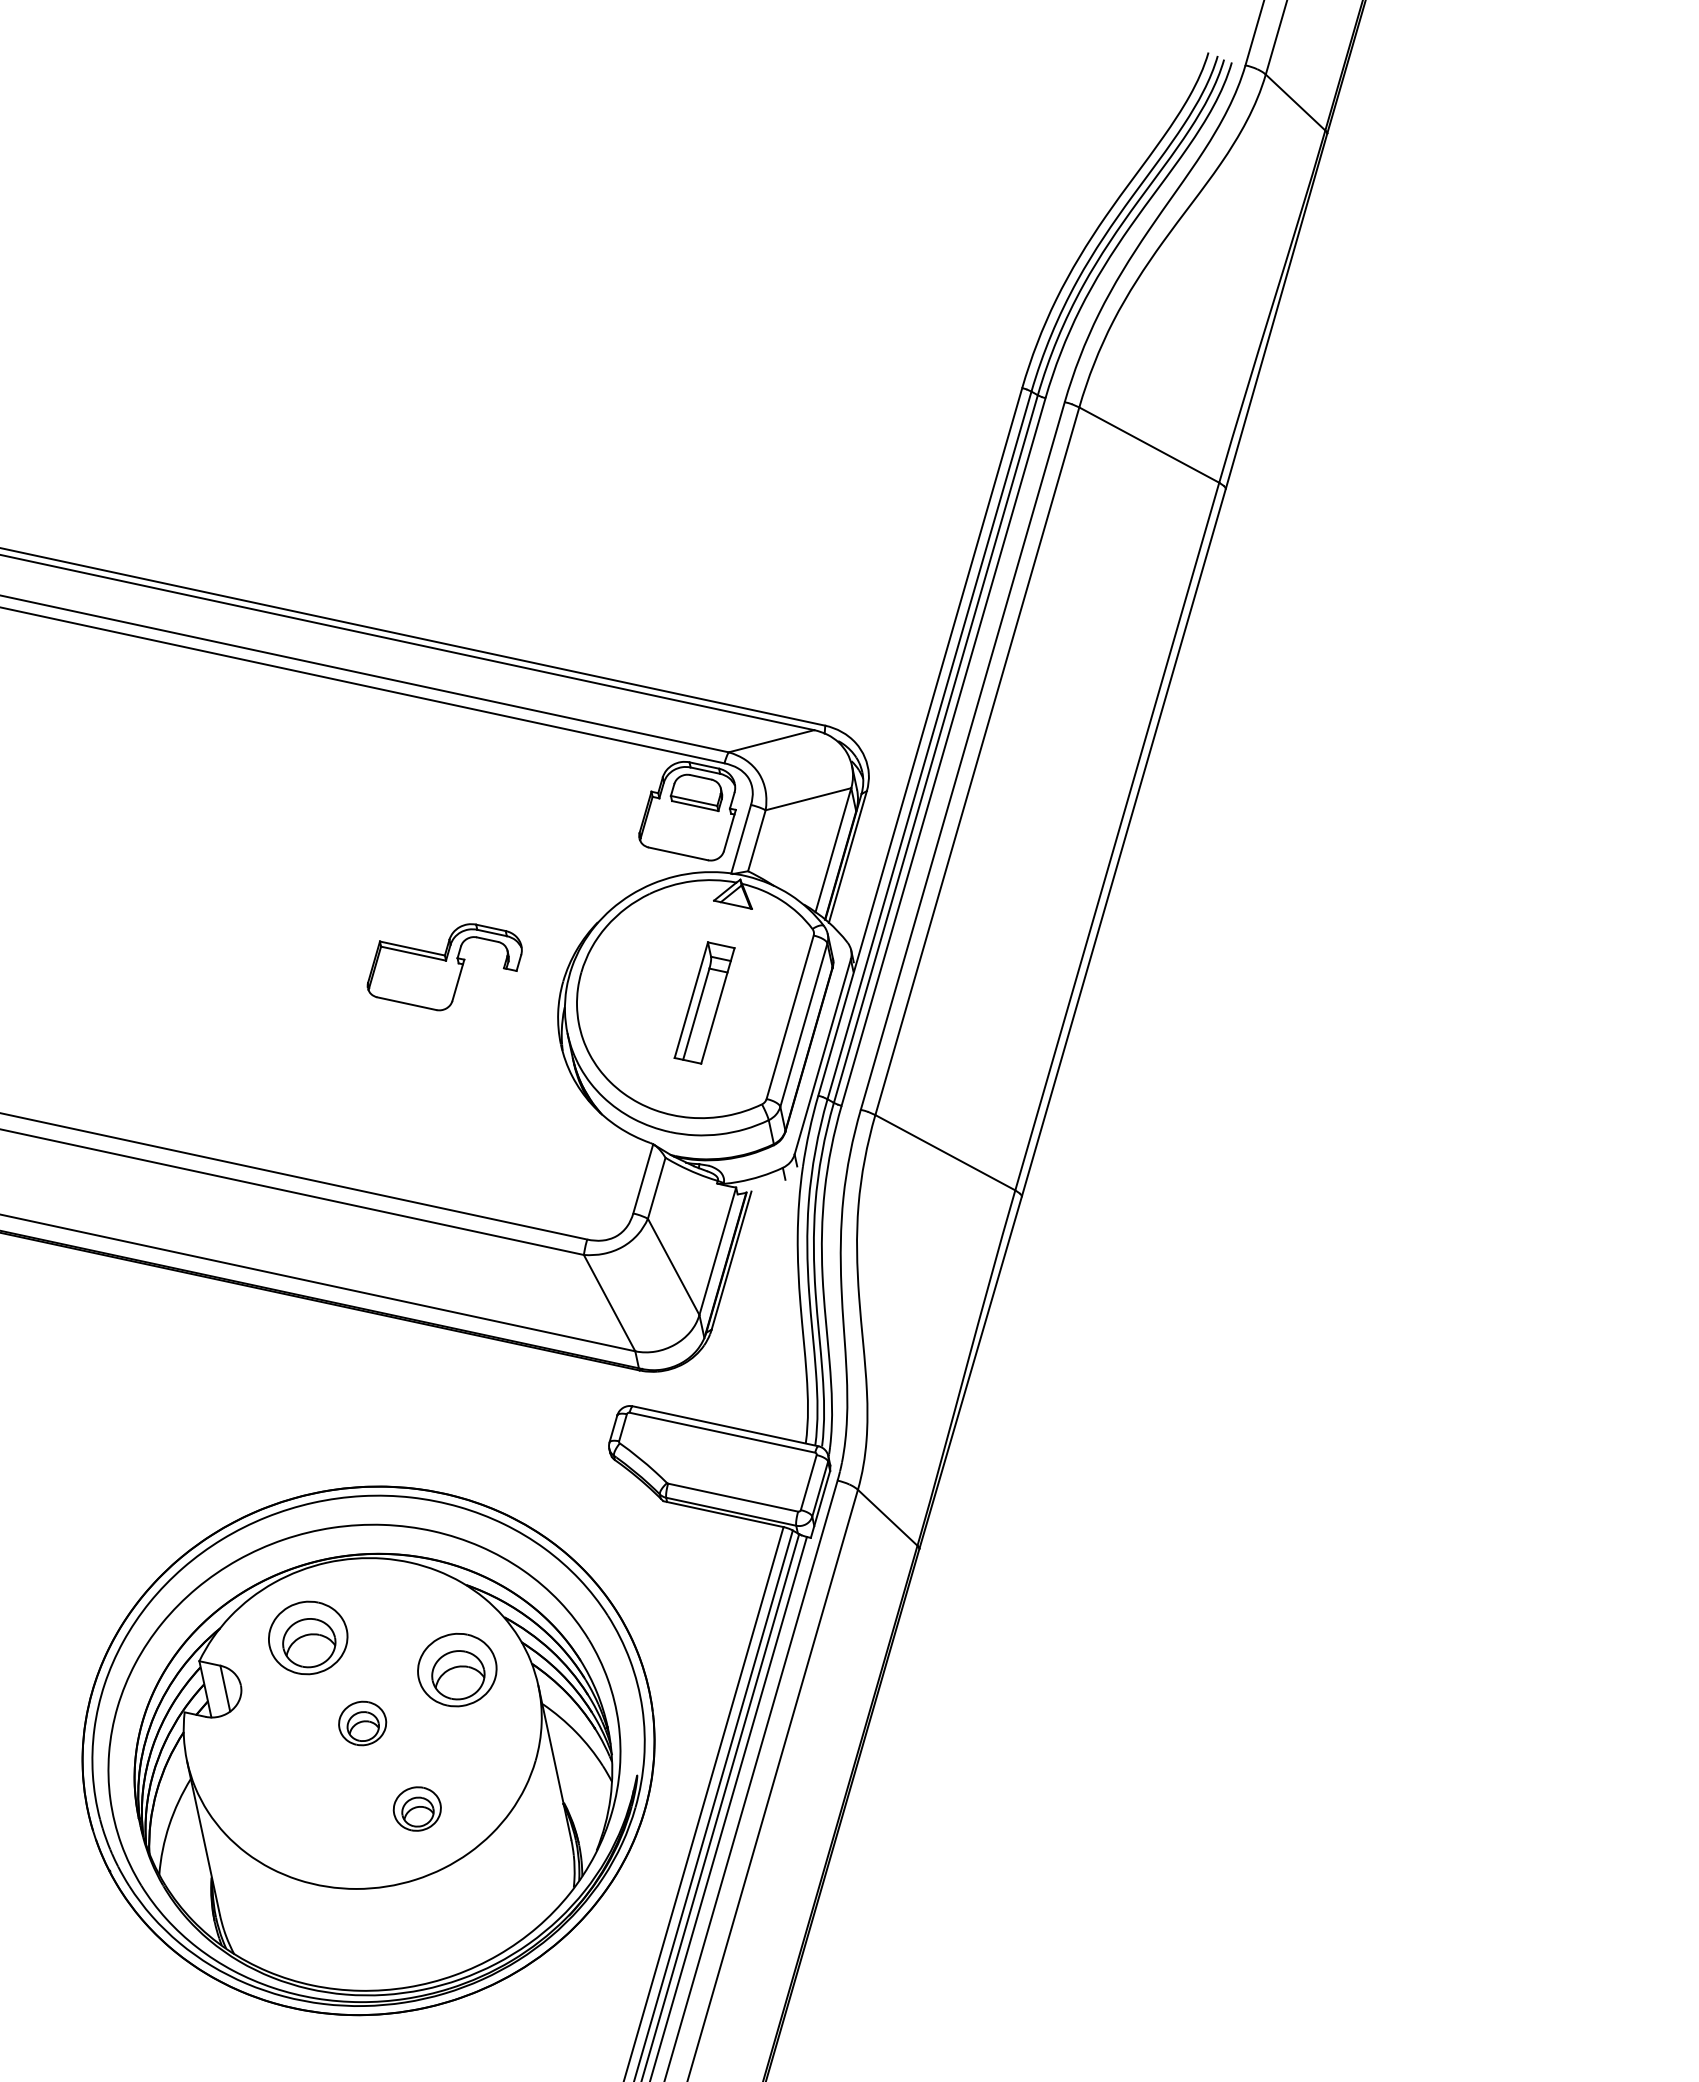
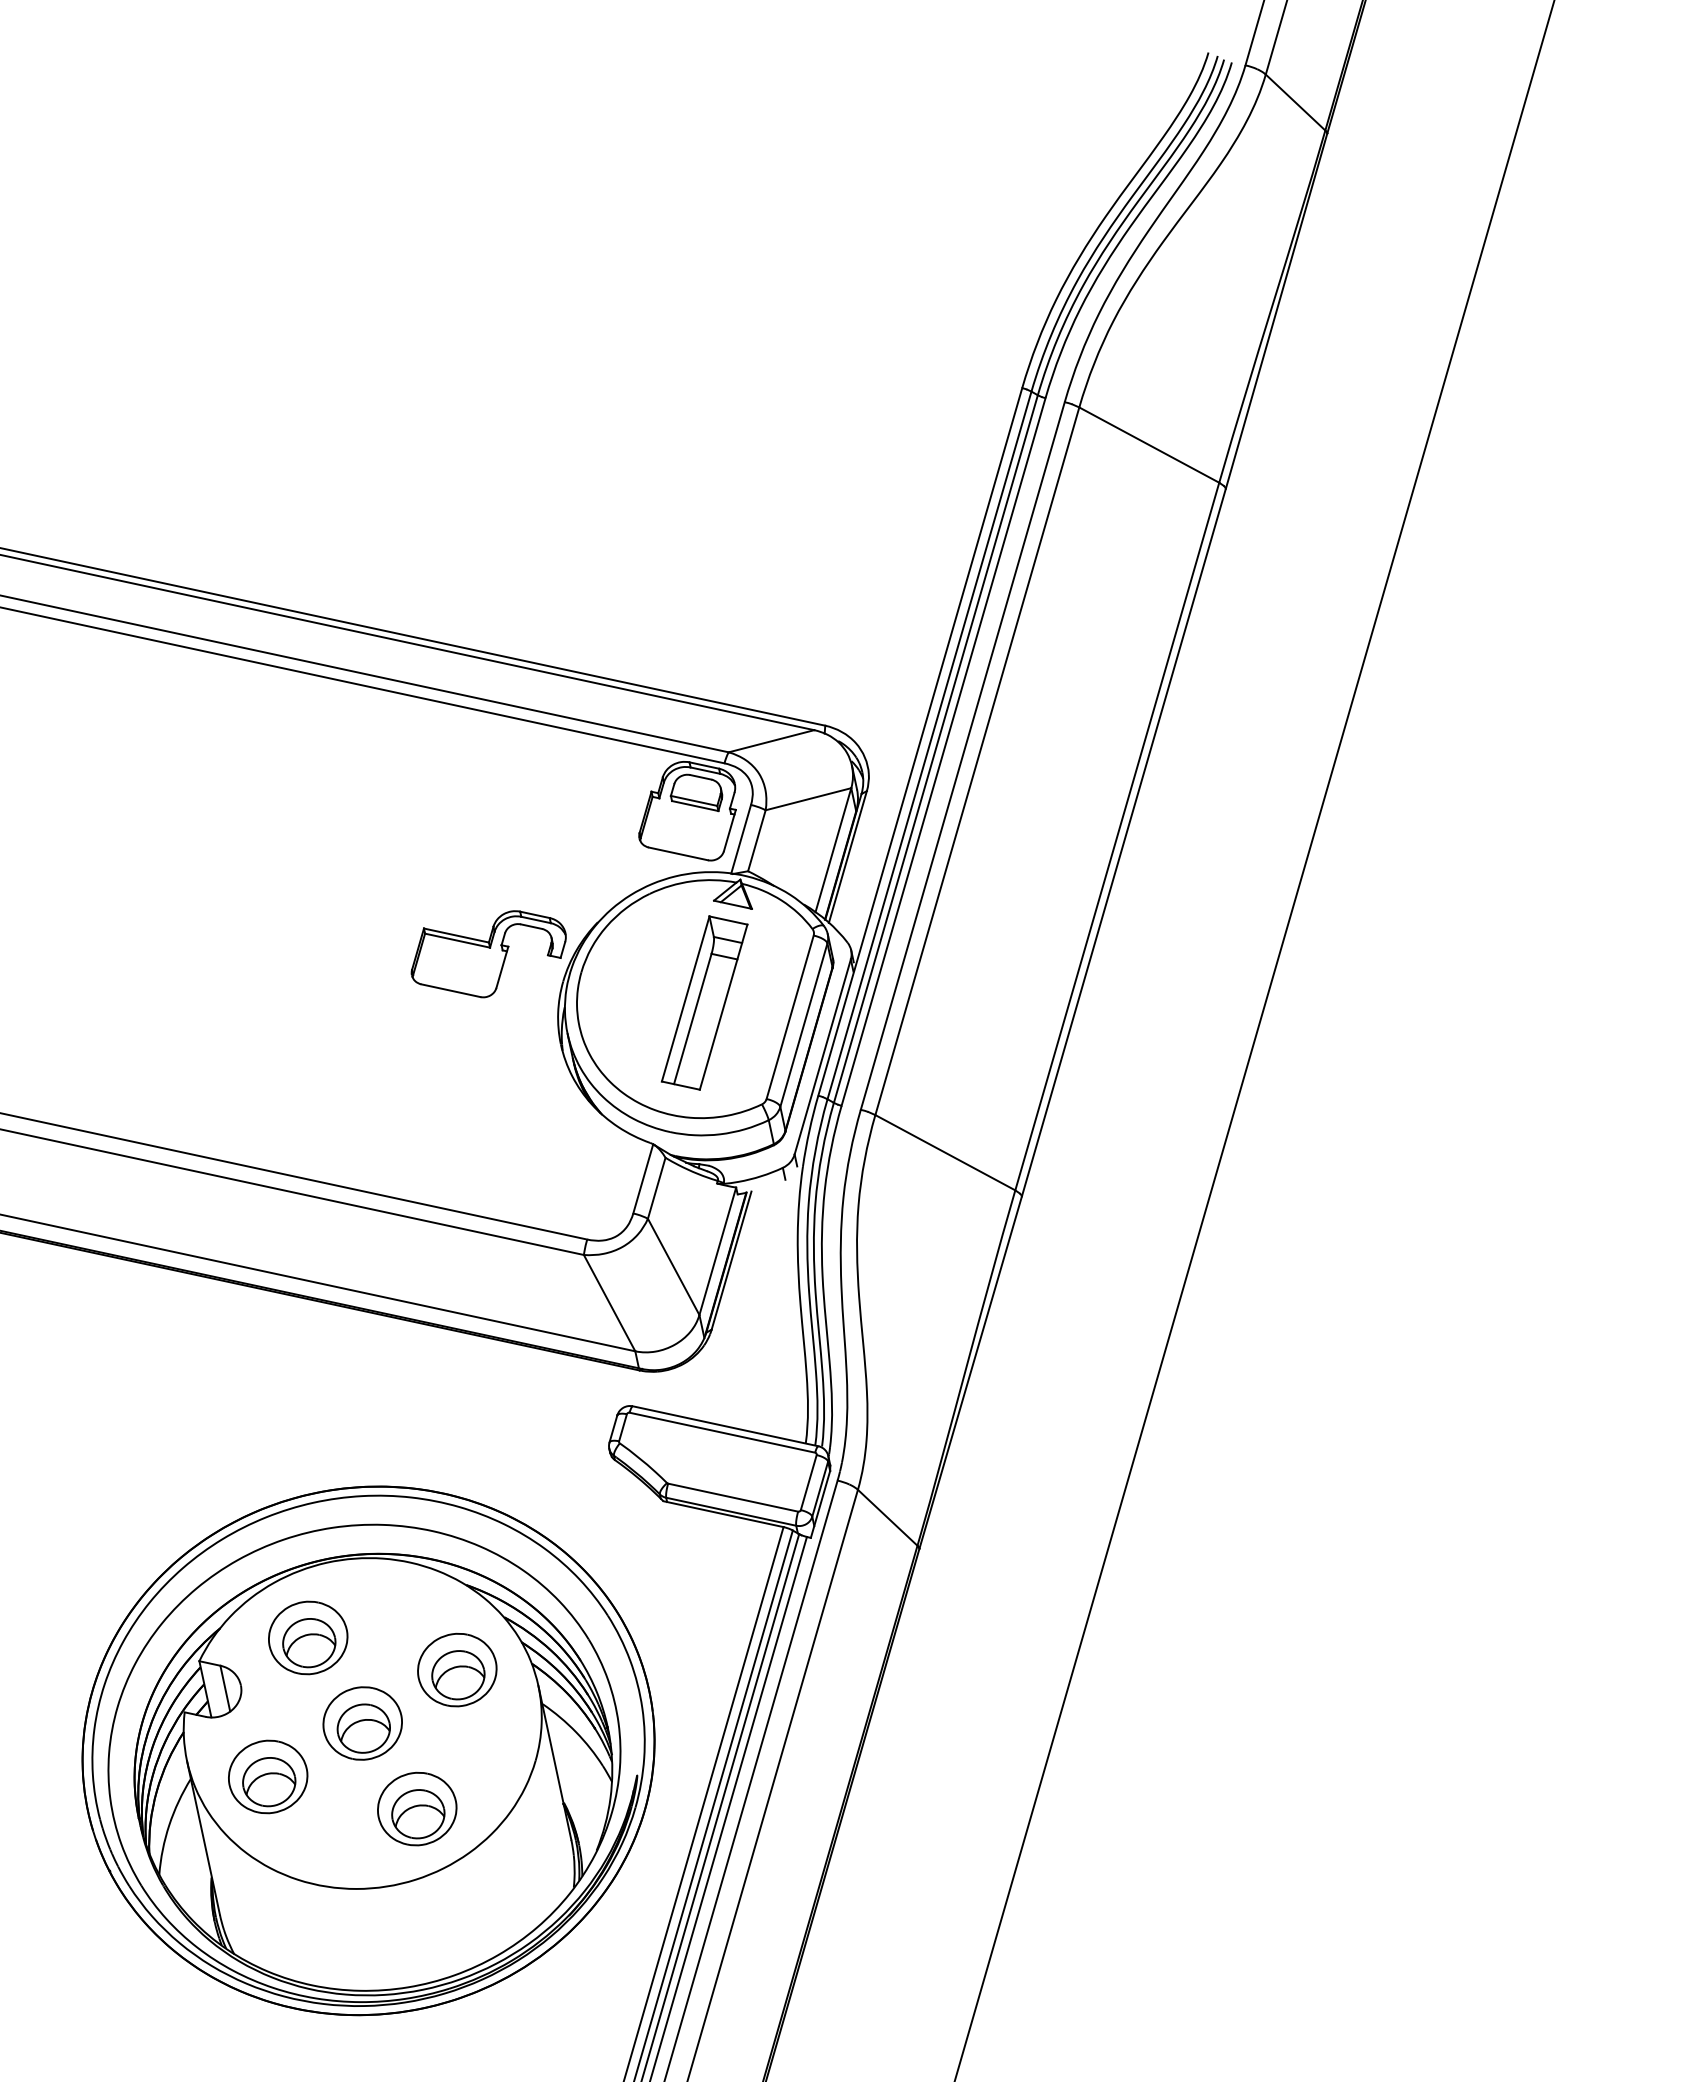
part at (444, 967) position: (444, 967) -> (488, 954)
part at (704, 1002) size: 63x124 px -> 89x176 px
line at (1254, 1040): none -> present
part at (362, 1723) size: 50x47 px -> 81x75 px
part at (268, 1776): none -> present
part at (416, 1808) size: 50x46 px -> 81x76 px
